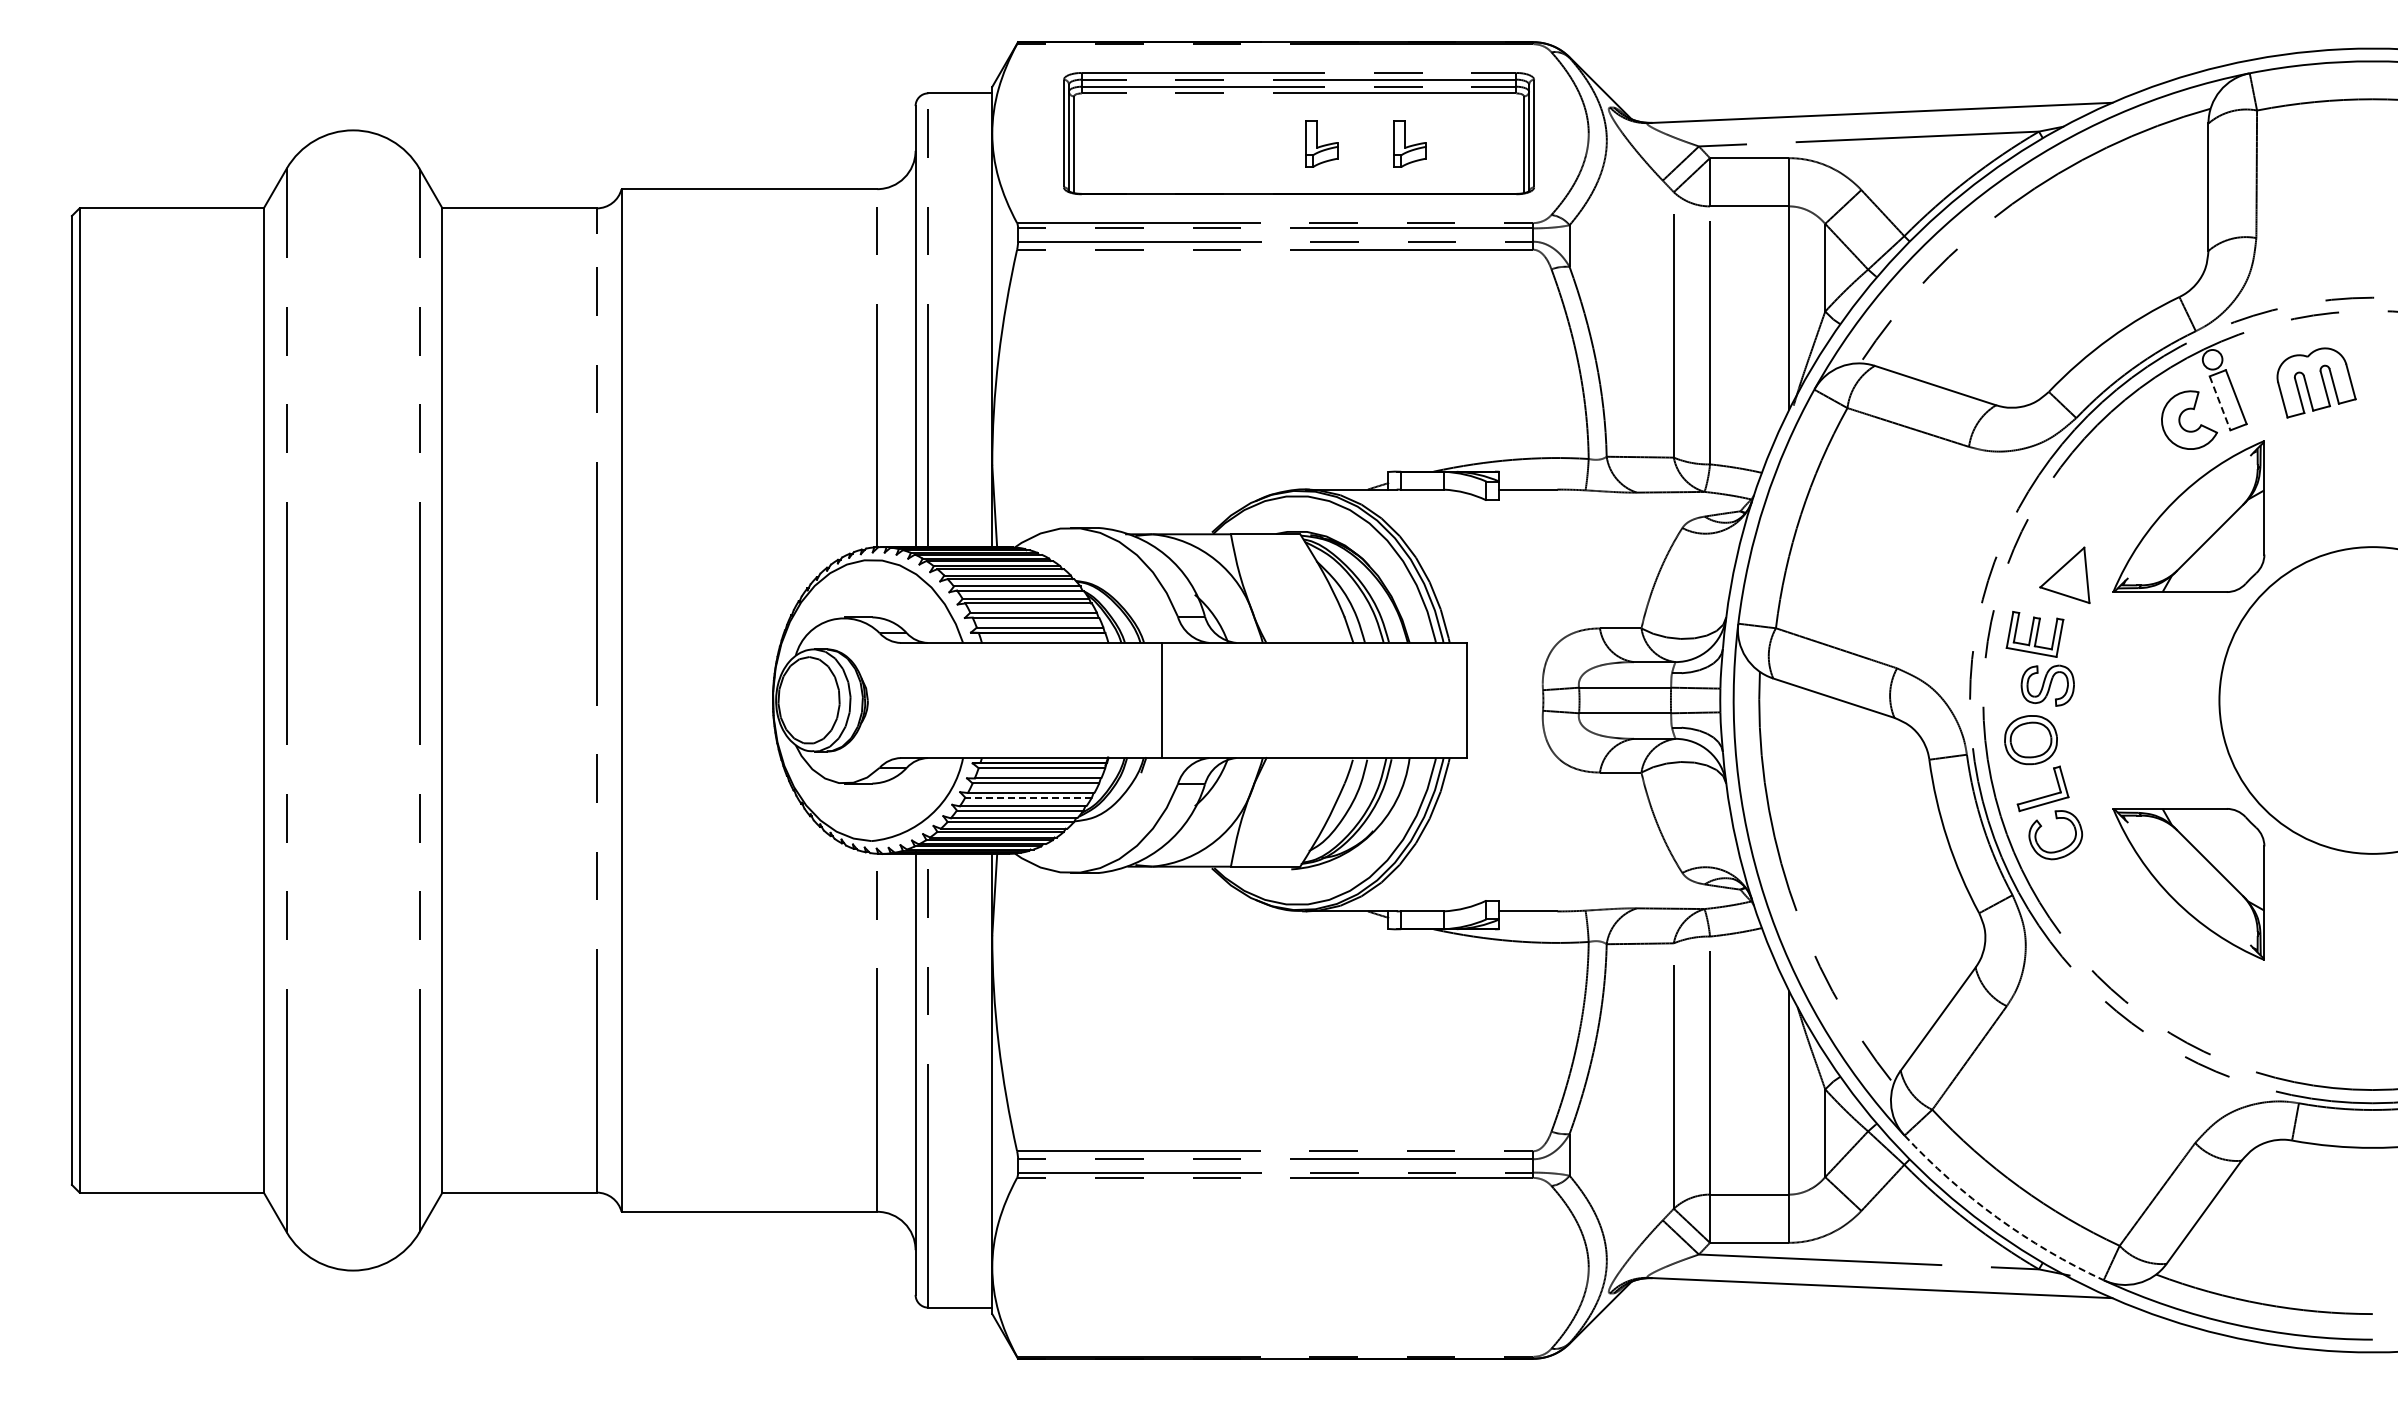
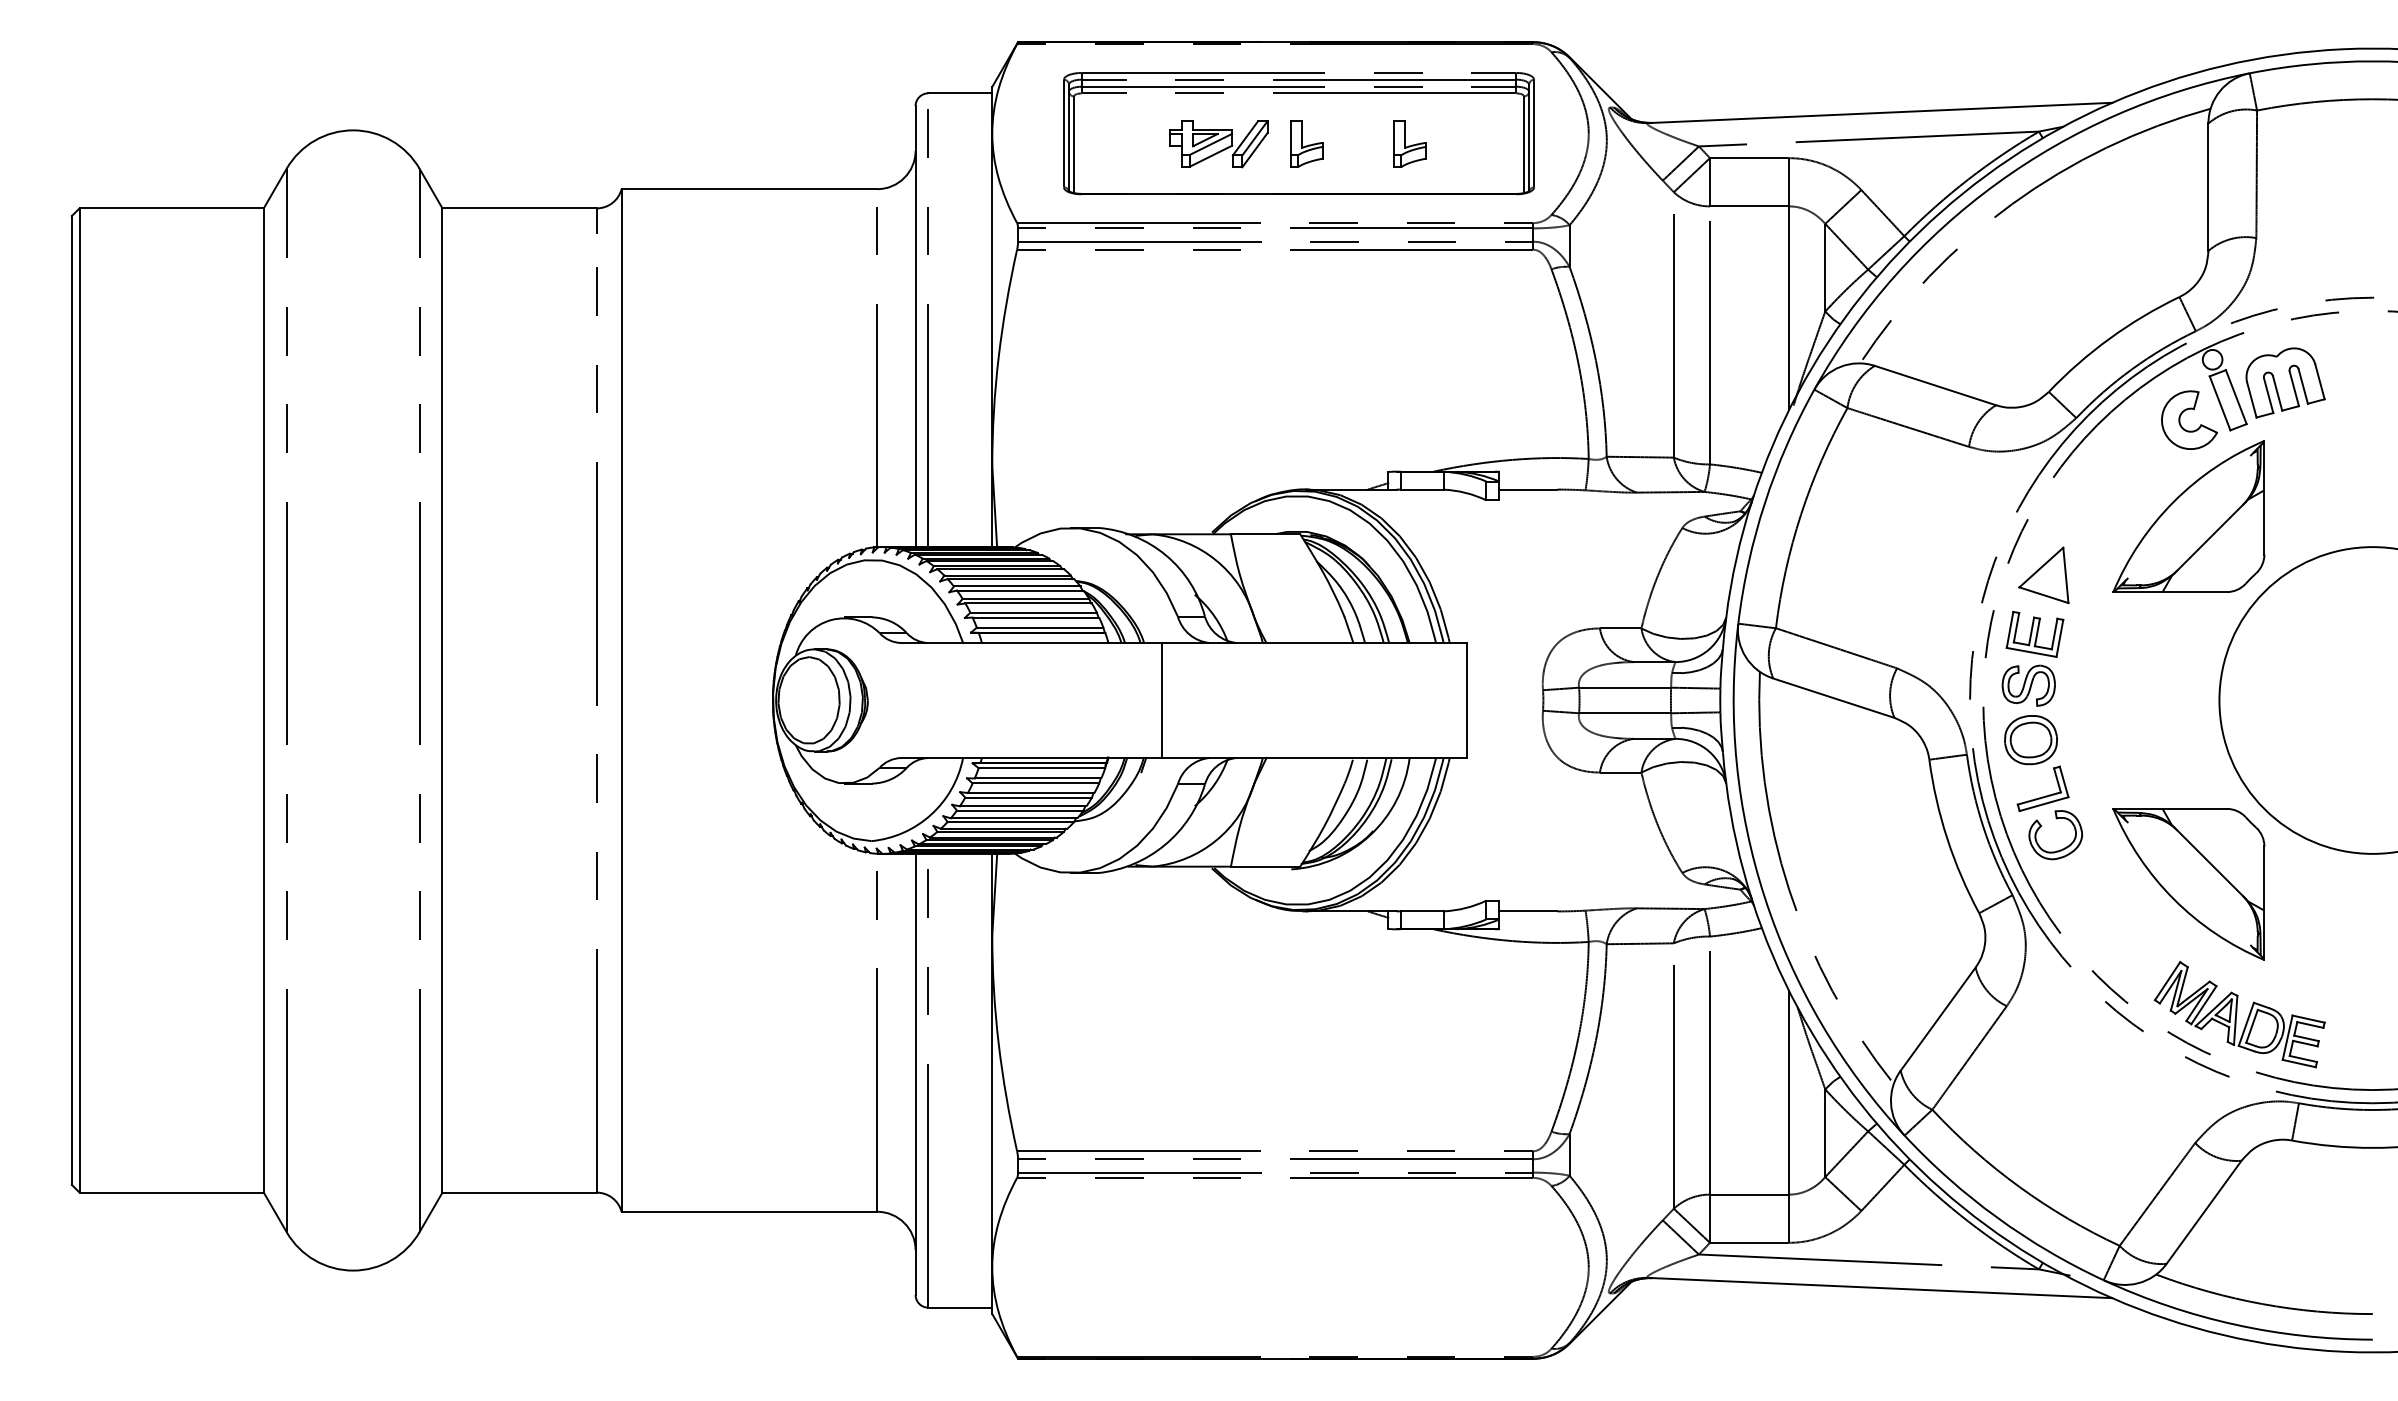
part at (1321, 143) position: (1321, 143) -> (1306, 143)
part at (1218, 144): none -> present
part at (2316, 382) position: (2316, 382) -> (2285, 382)
line at (2220, 403): dashed -> solid
part at (2064, 574) position: (2064, 574) -> (2043, 574)
part at (2047, 685) position: (2047, 685) -> (2028, 685)
line at (1028, 797): dashed -> solid
part at (2239, 1014): none -> present
arc at (1997, 1217): dashed -> solid
